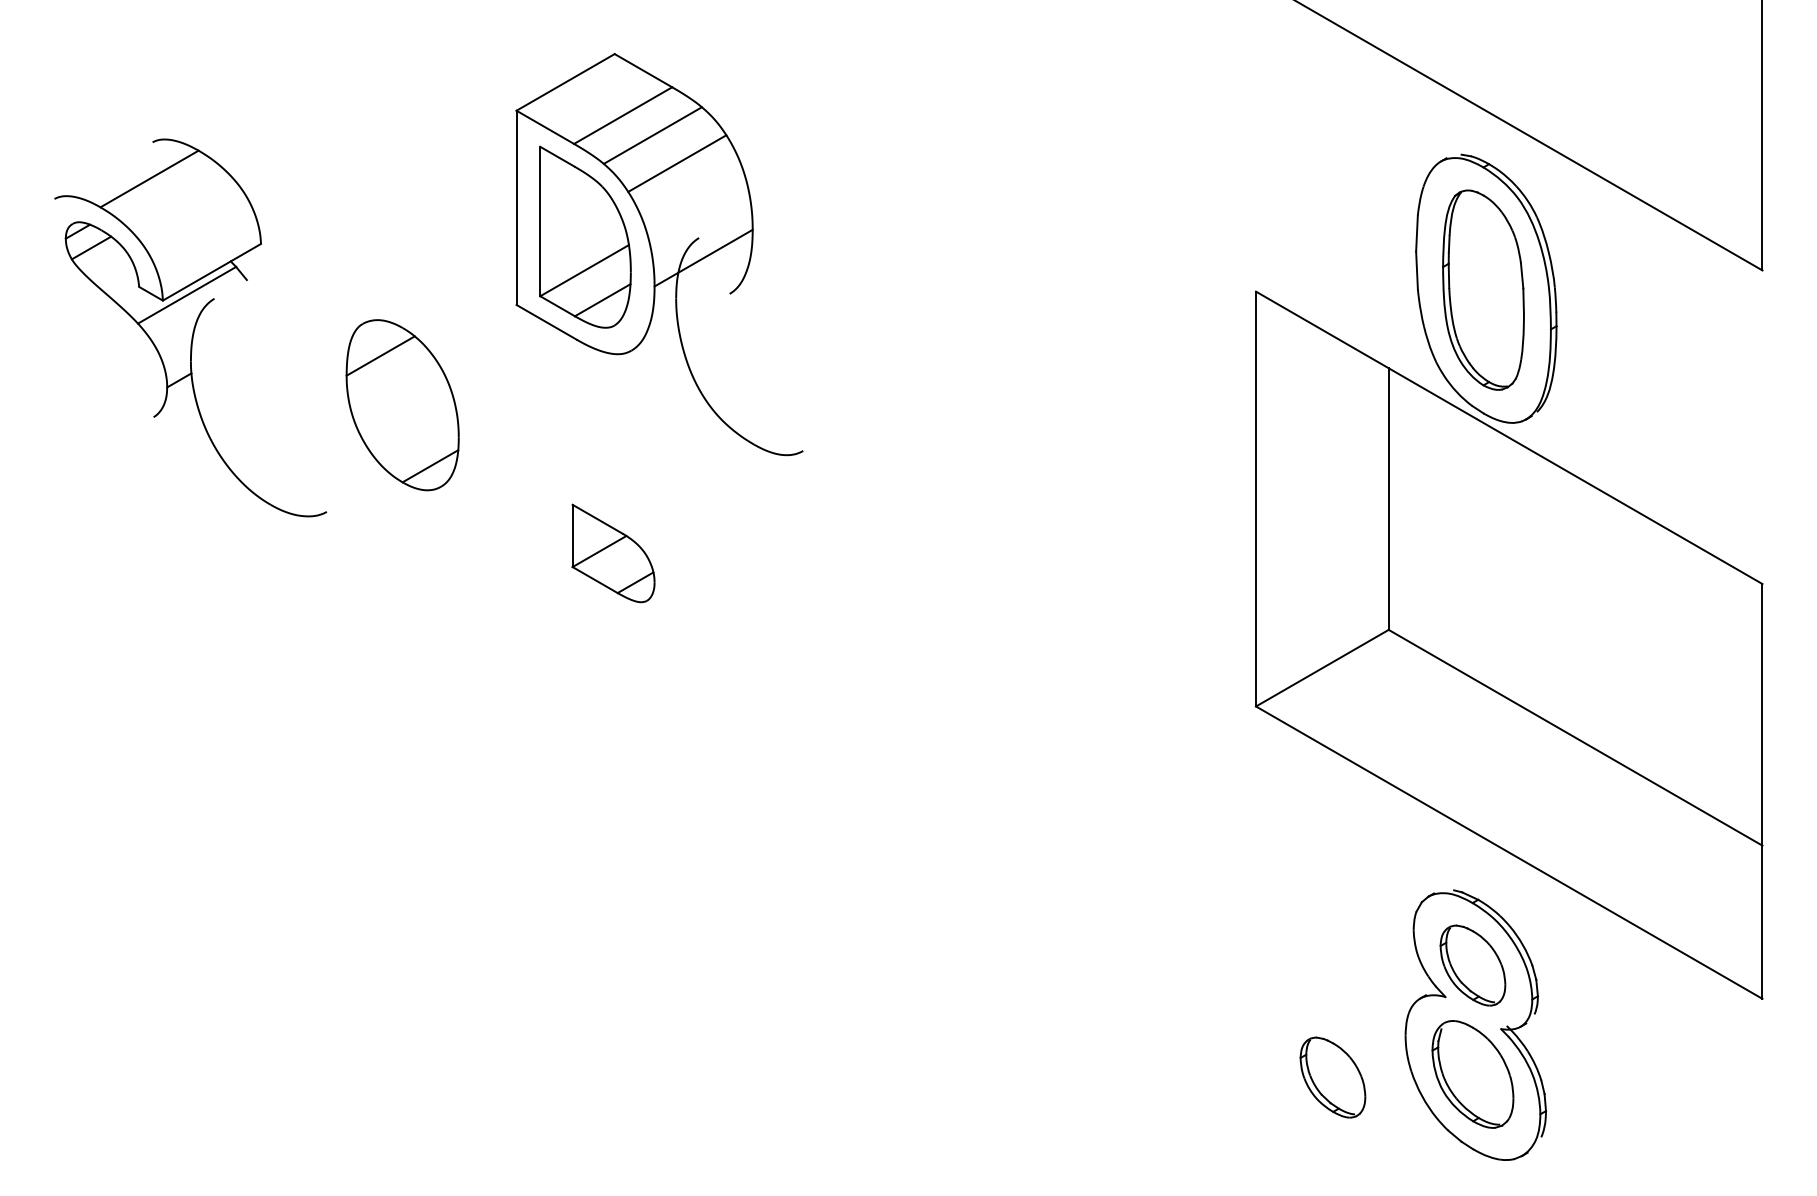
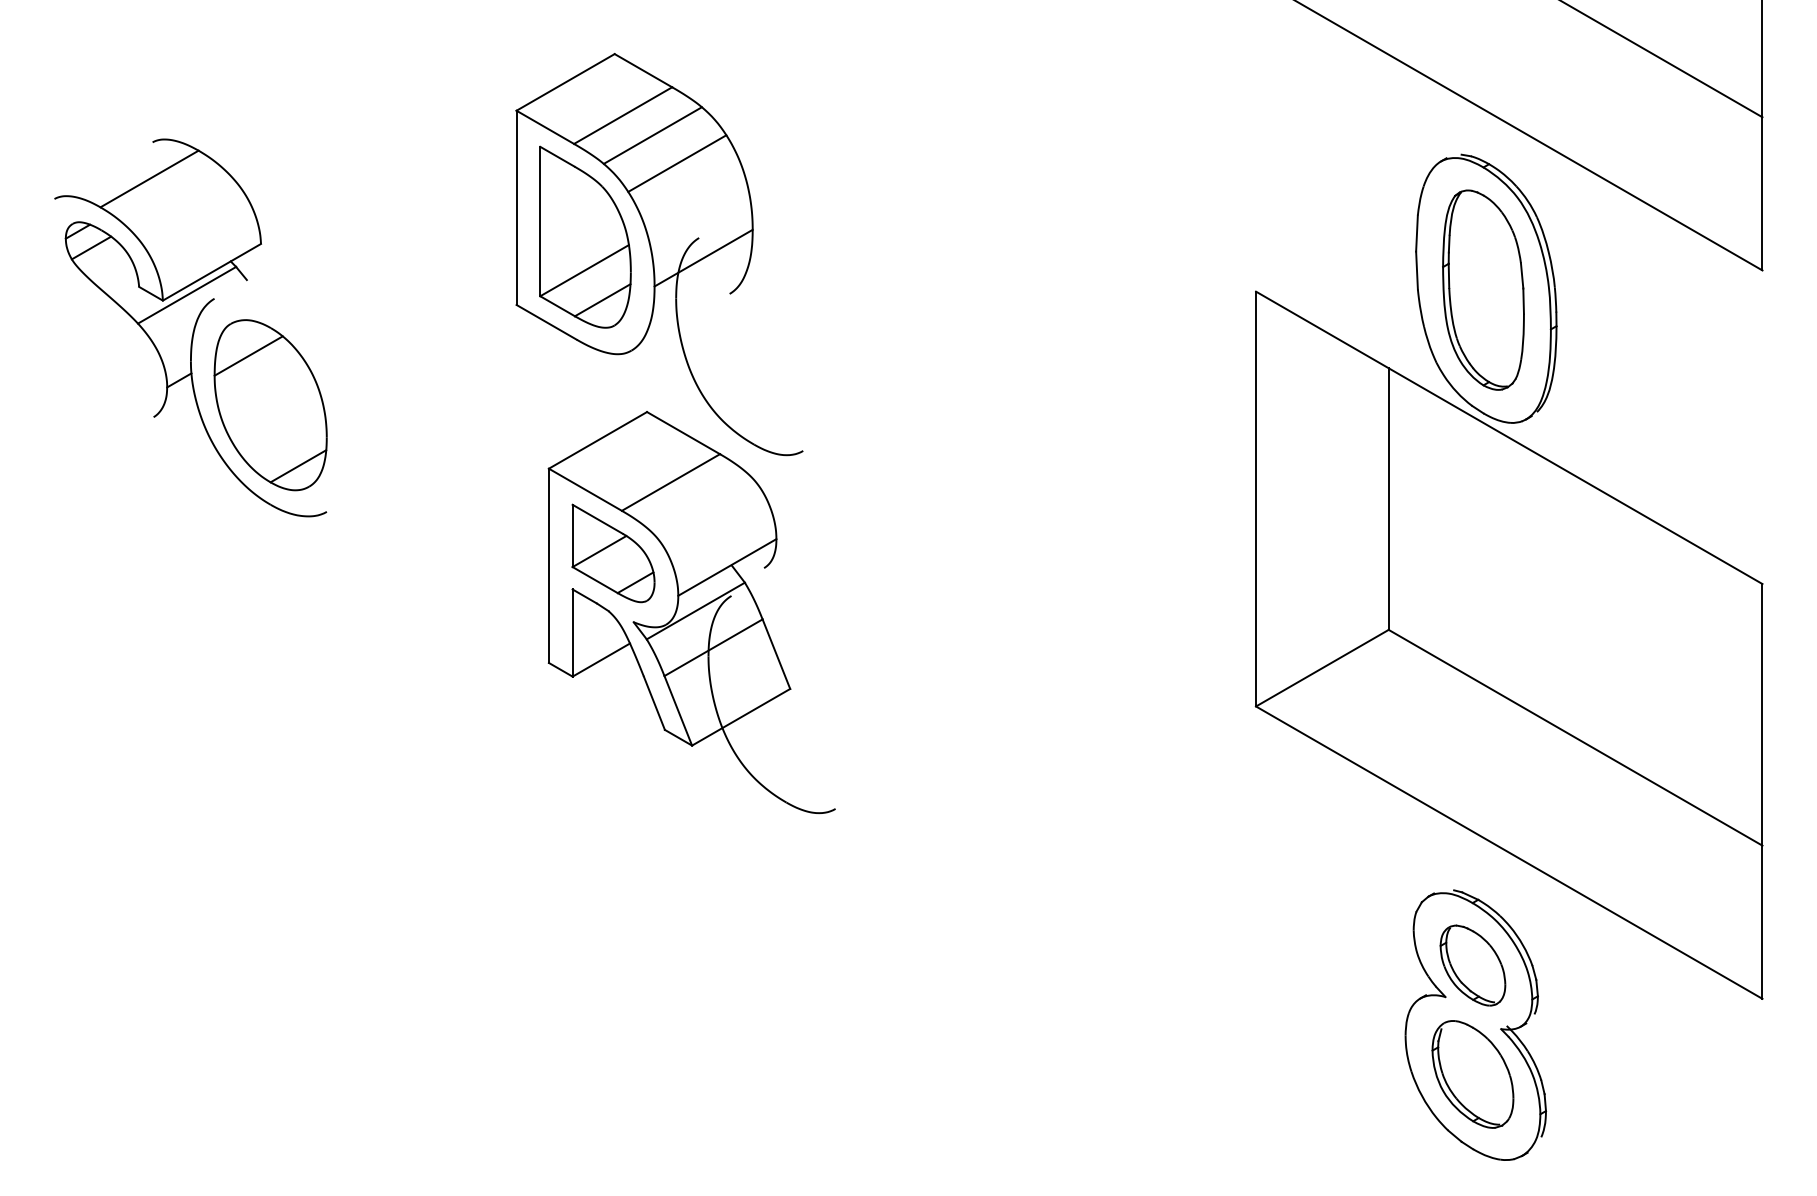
line at (1662, 59): none -> present
part at (402, 405) position: (402, 405) -> (270, 405)
part at (691, 612): none -> present
part at (1332, 1077): present -> none
